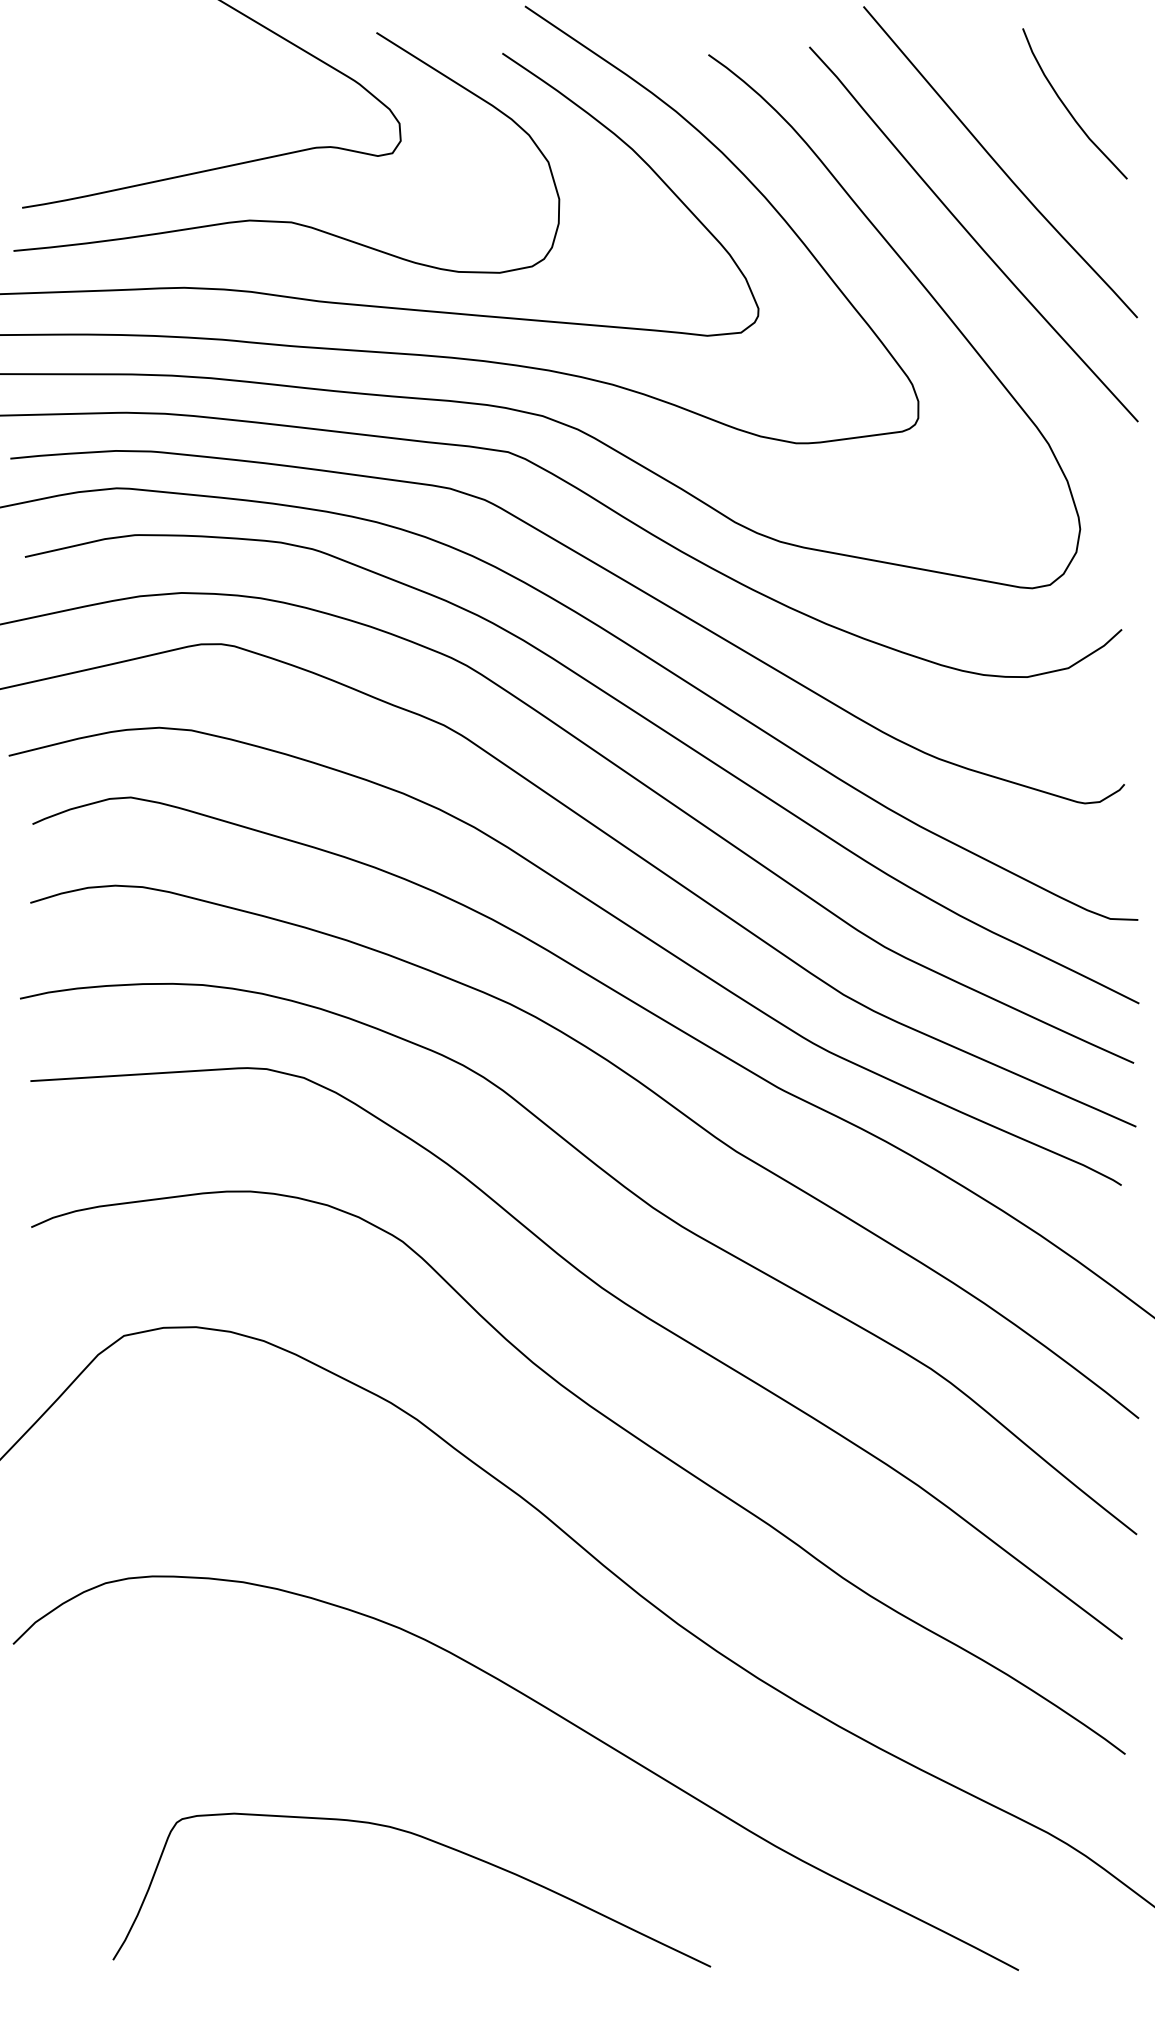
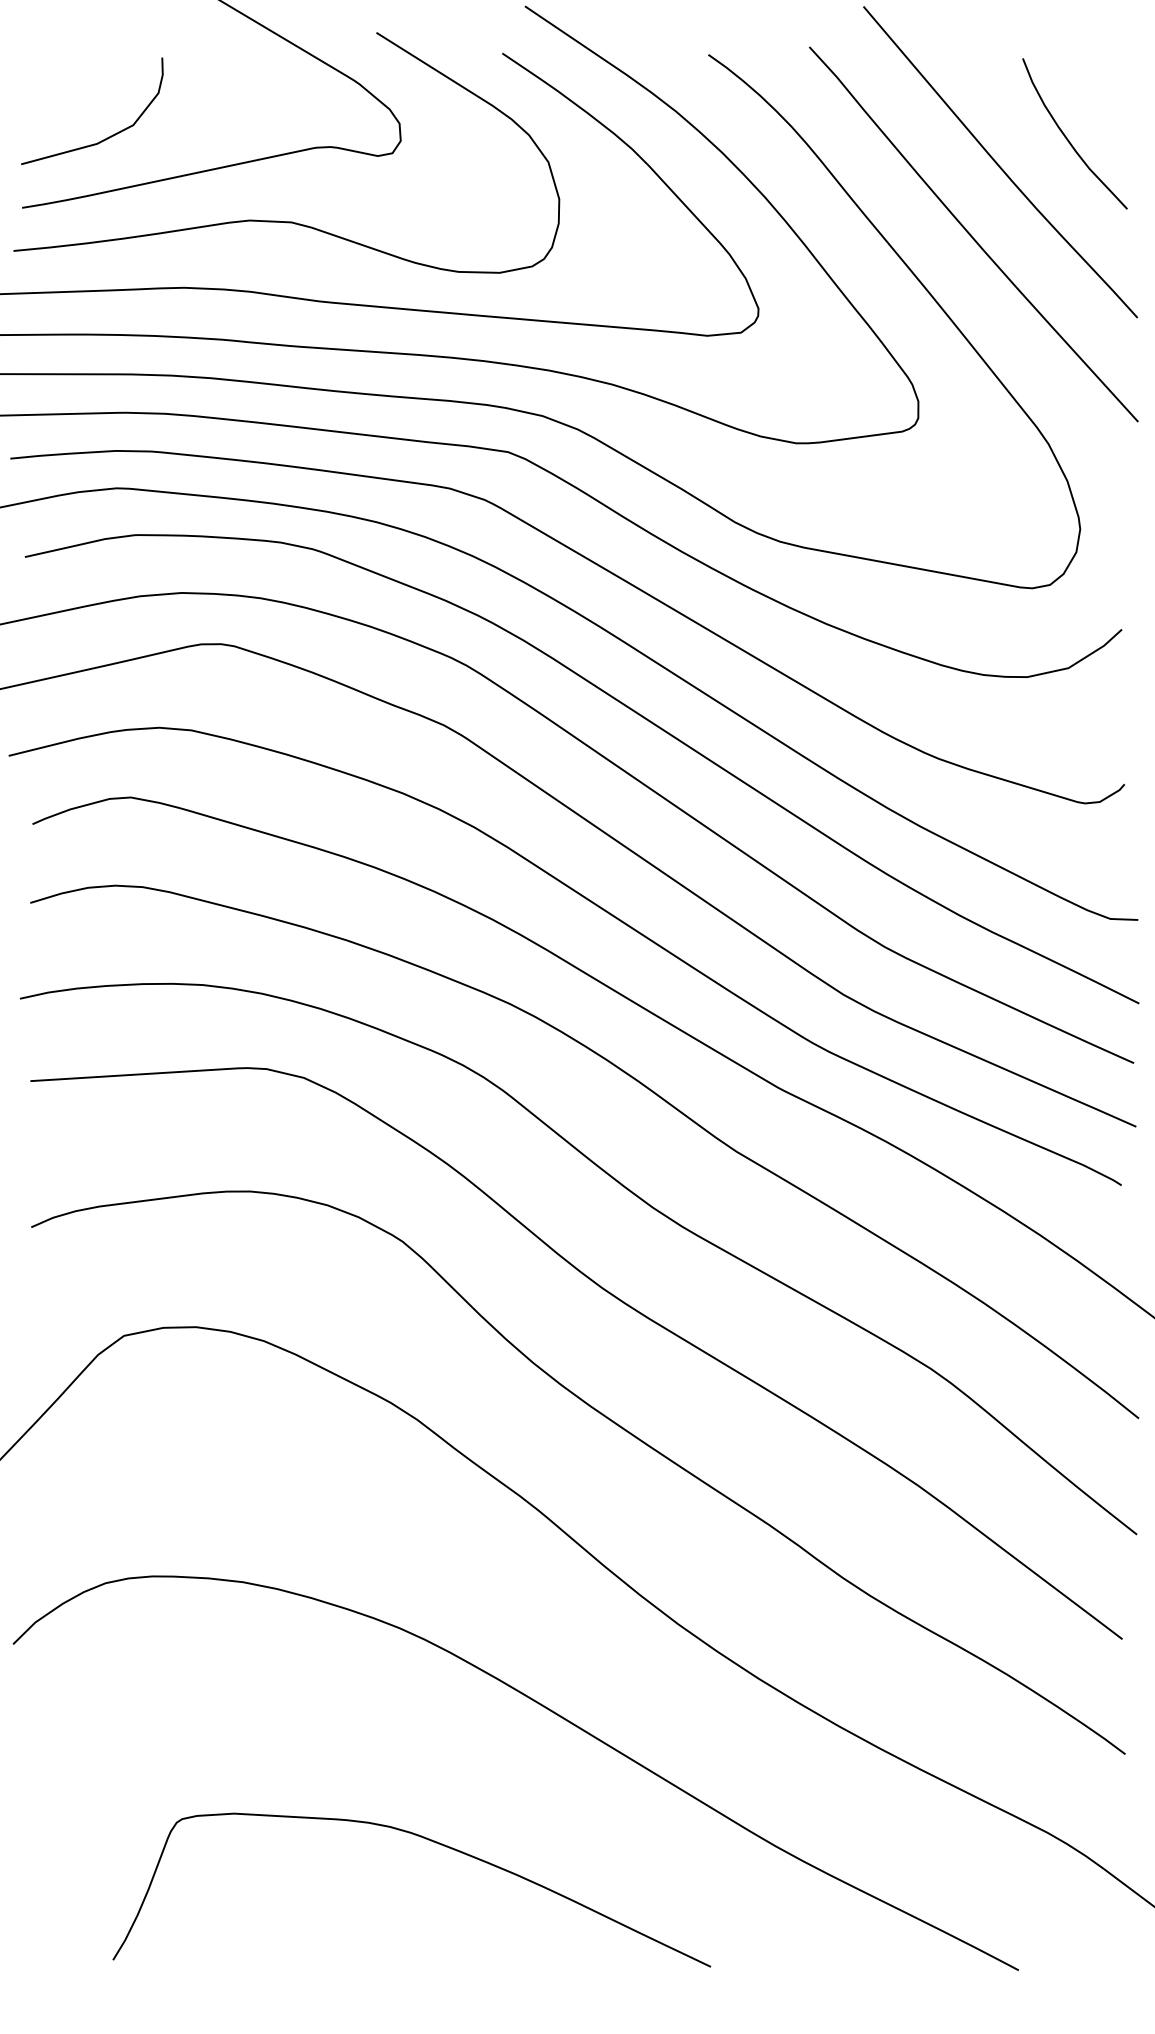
curve at (1067, 107) position: (1067, 107) -> (1067, 137)
curve at (105, 138): none -> present
